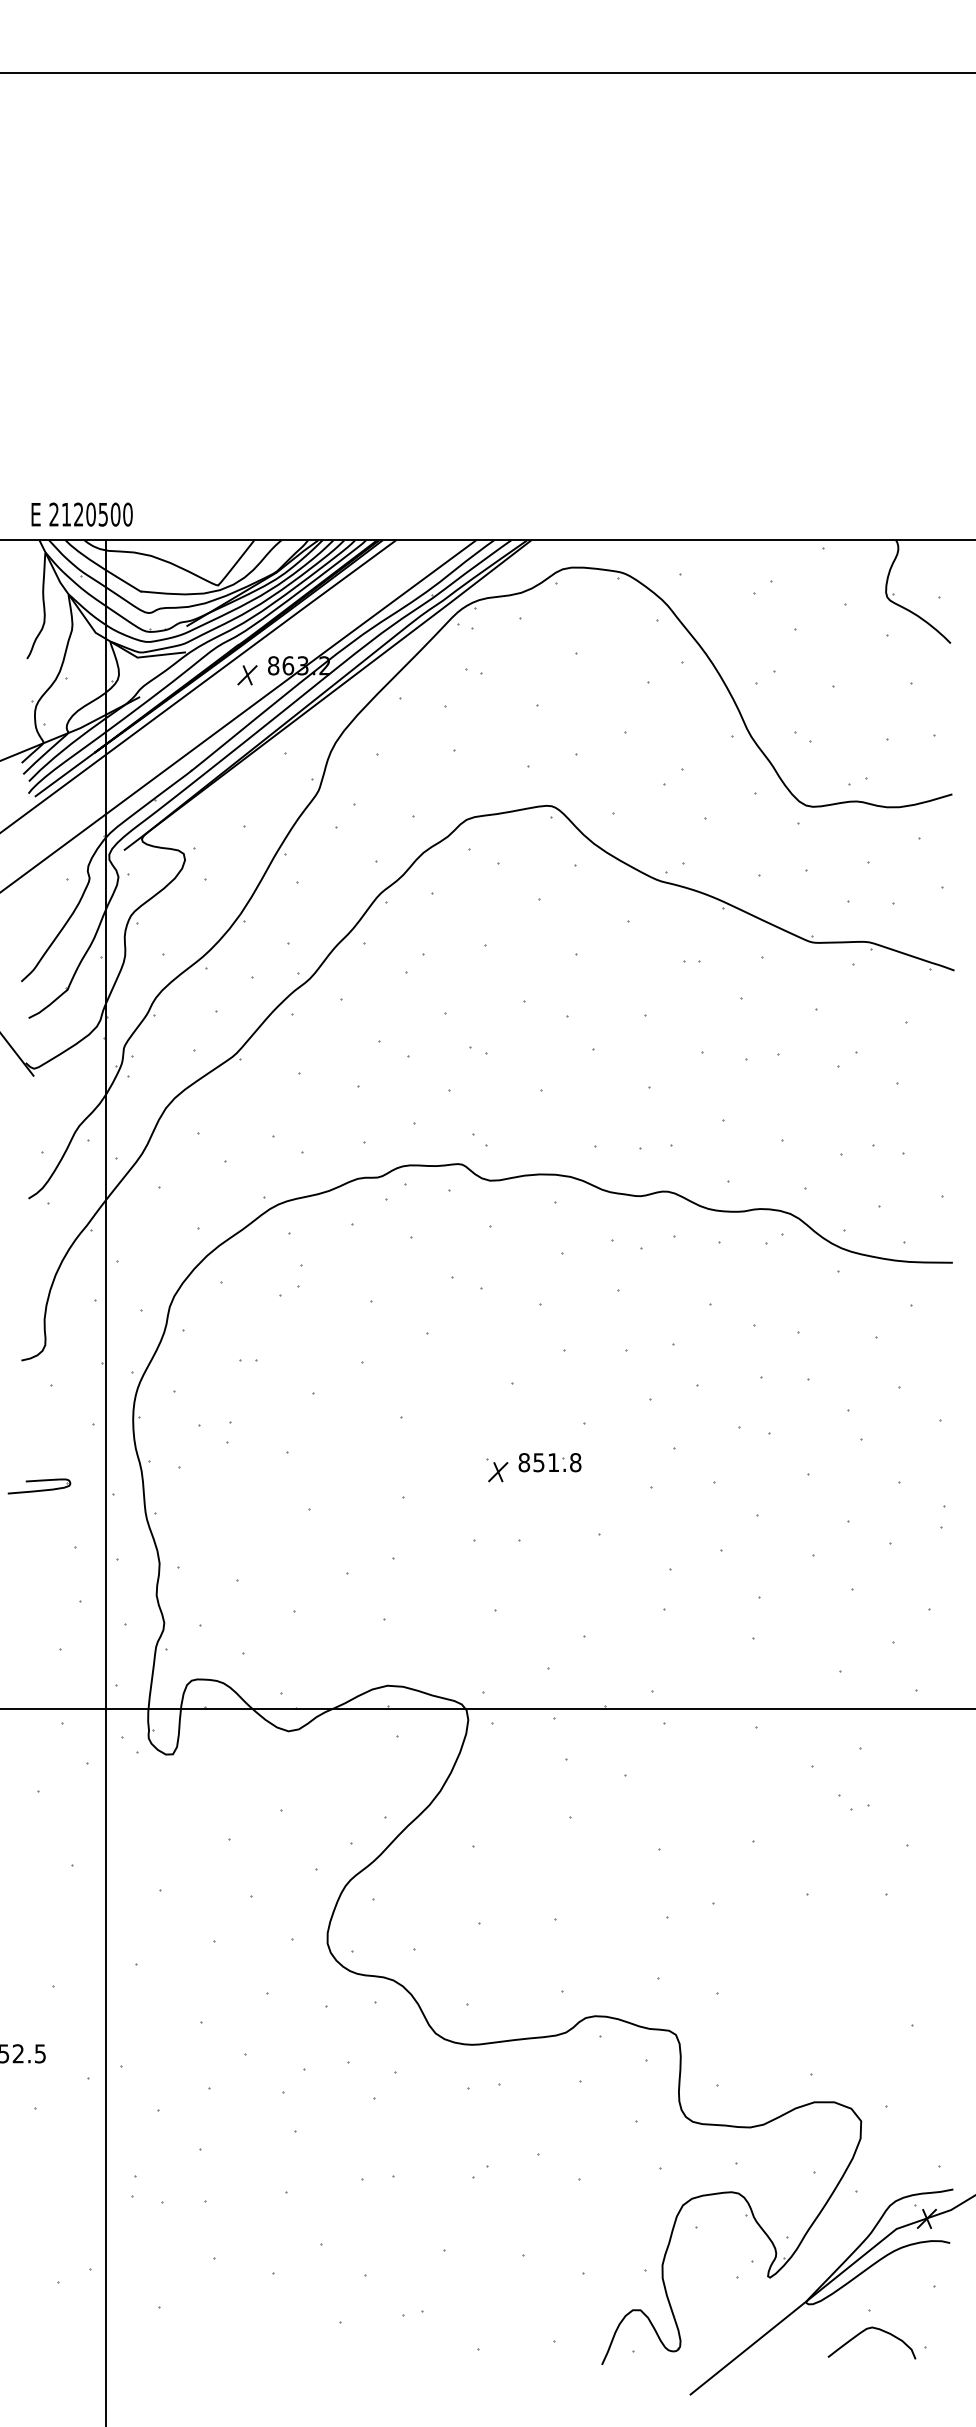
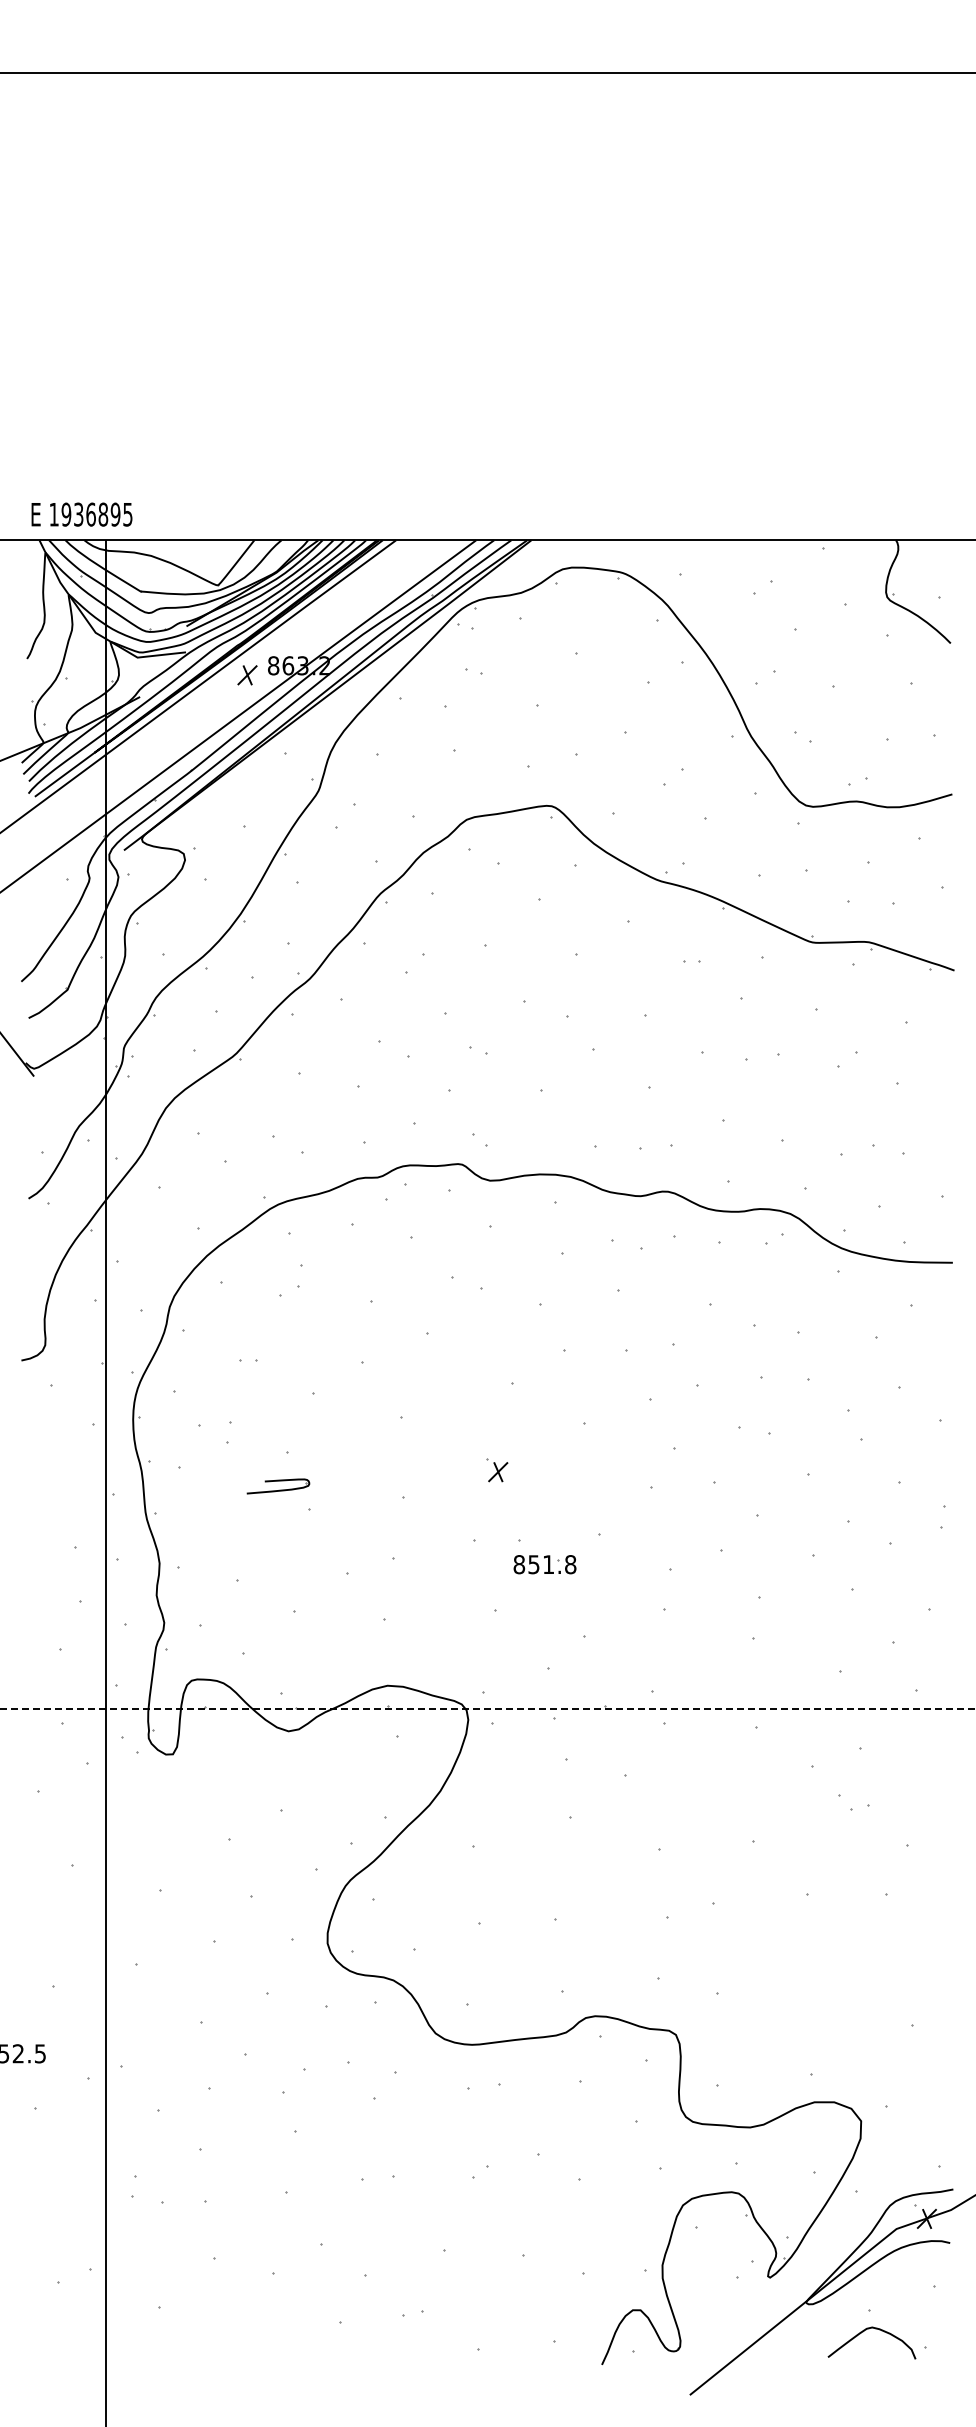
text at (90, 514): 2120500 -> 1936895
part at (549, 1462) position: (549, 1462) -> (544, 1564)
part at (39, 1486) position: (39, 1486) -> (278, 1486)
line at (487, 1709): solid -> dashed
